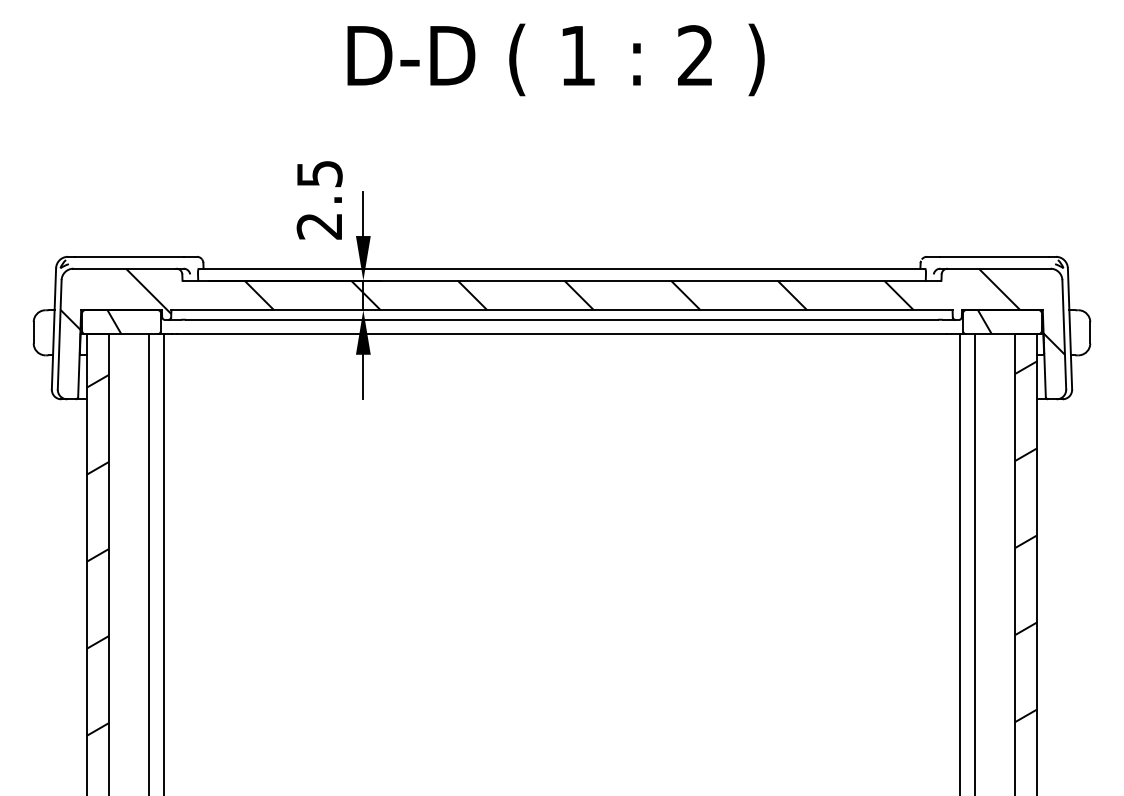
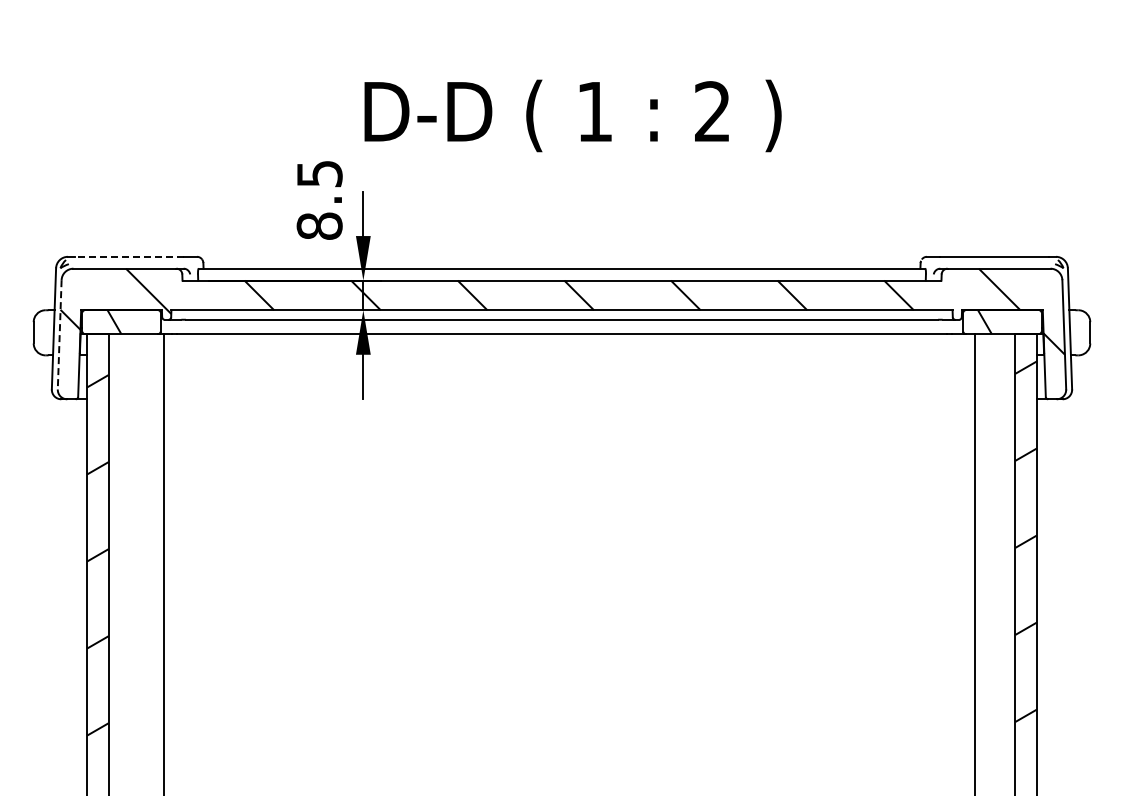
text at (555, 59) position: (555, 59) -> (572, 115)
text at (319, 225): 2.5 -> 8.5
line at (129, 256): solid -> dashed
line at (59, 334): solid -> dashed
line at (148, 563): present -> none
line at (959, 563): present -> none
